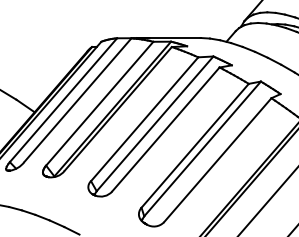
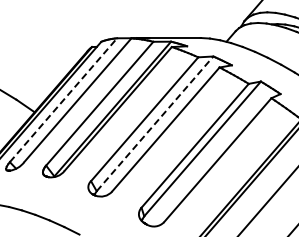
line at (63, 100): solid -> dashed
line at (155, 123): solid -> dashed
